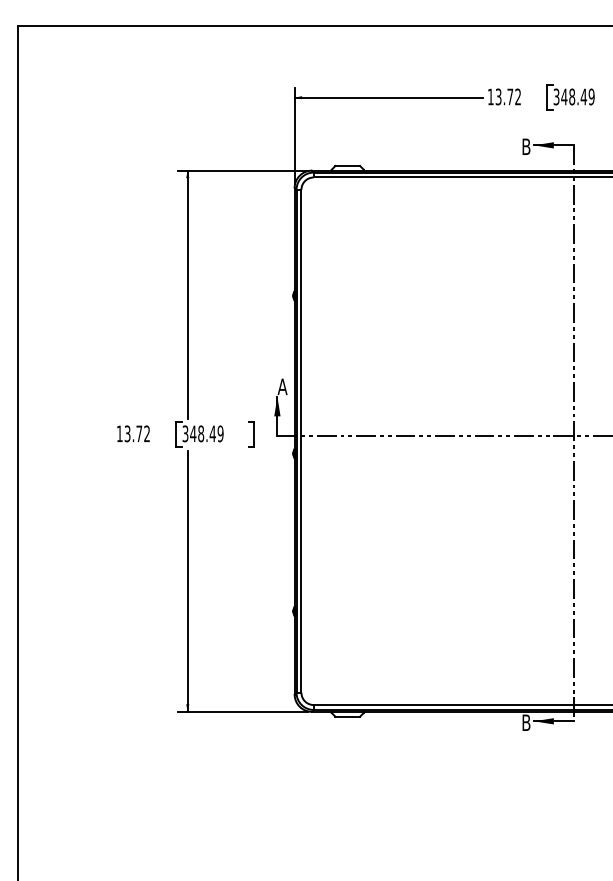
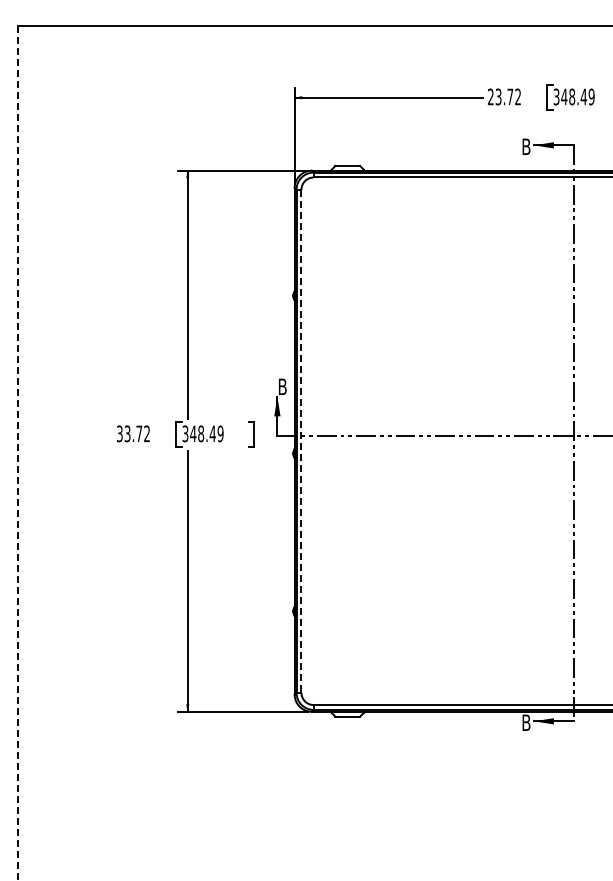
text at (490, 96): 13.72 -> 23.72
text at (282, 386): A -> B
text at (119, 433): 13.72 -> 33.72
line at (301, 441): solid -> dashed
line at (18, 453): solid -> dashed
